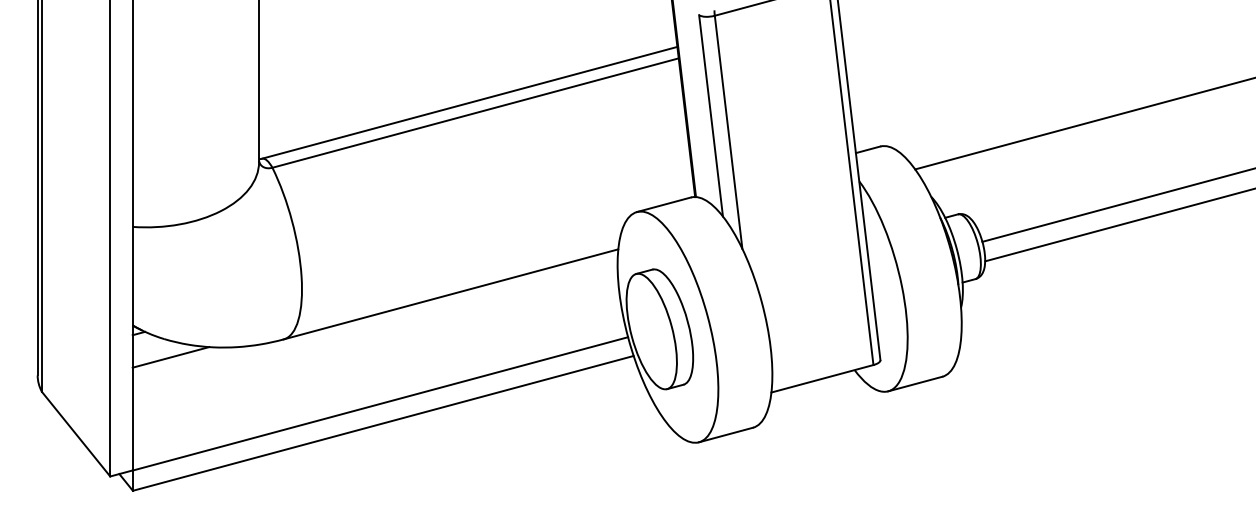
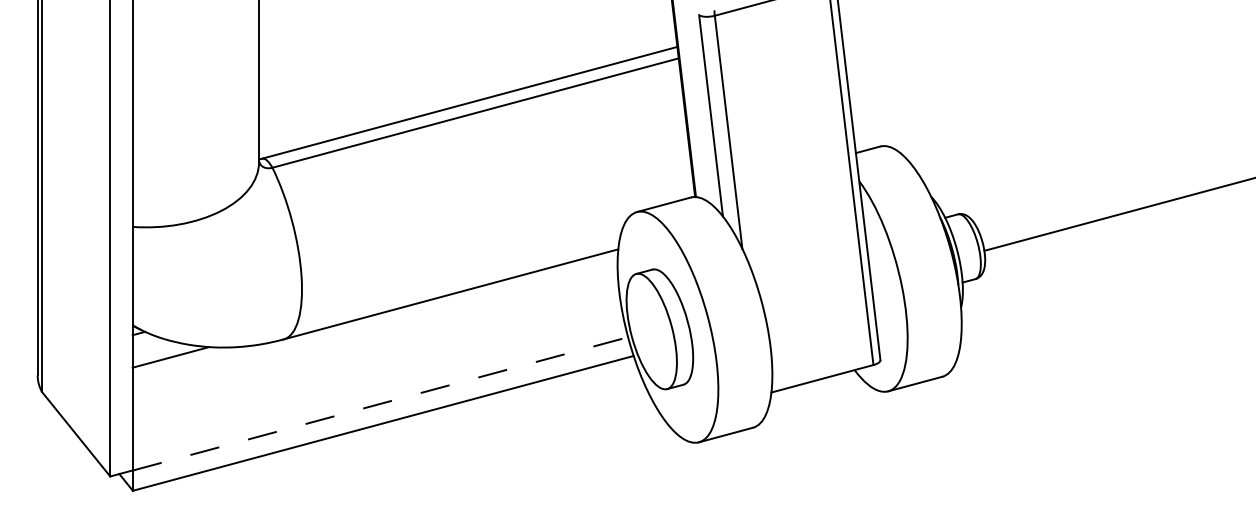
line at (1083, 123): present -> none
line at (1117, 205) position: (1117, 205) -> (1118, 214)
line at (1118, 225): present -> none
line at (380, 403): solid -> dashed
